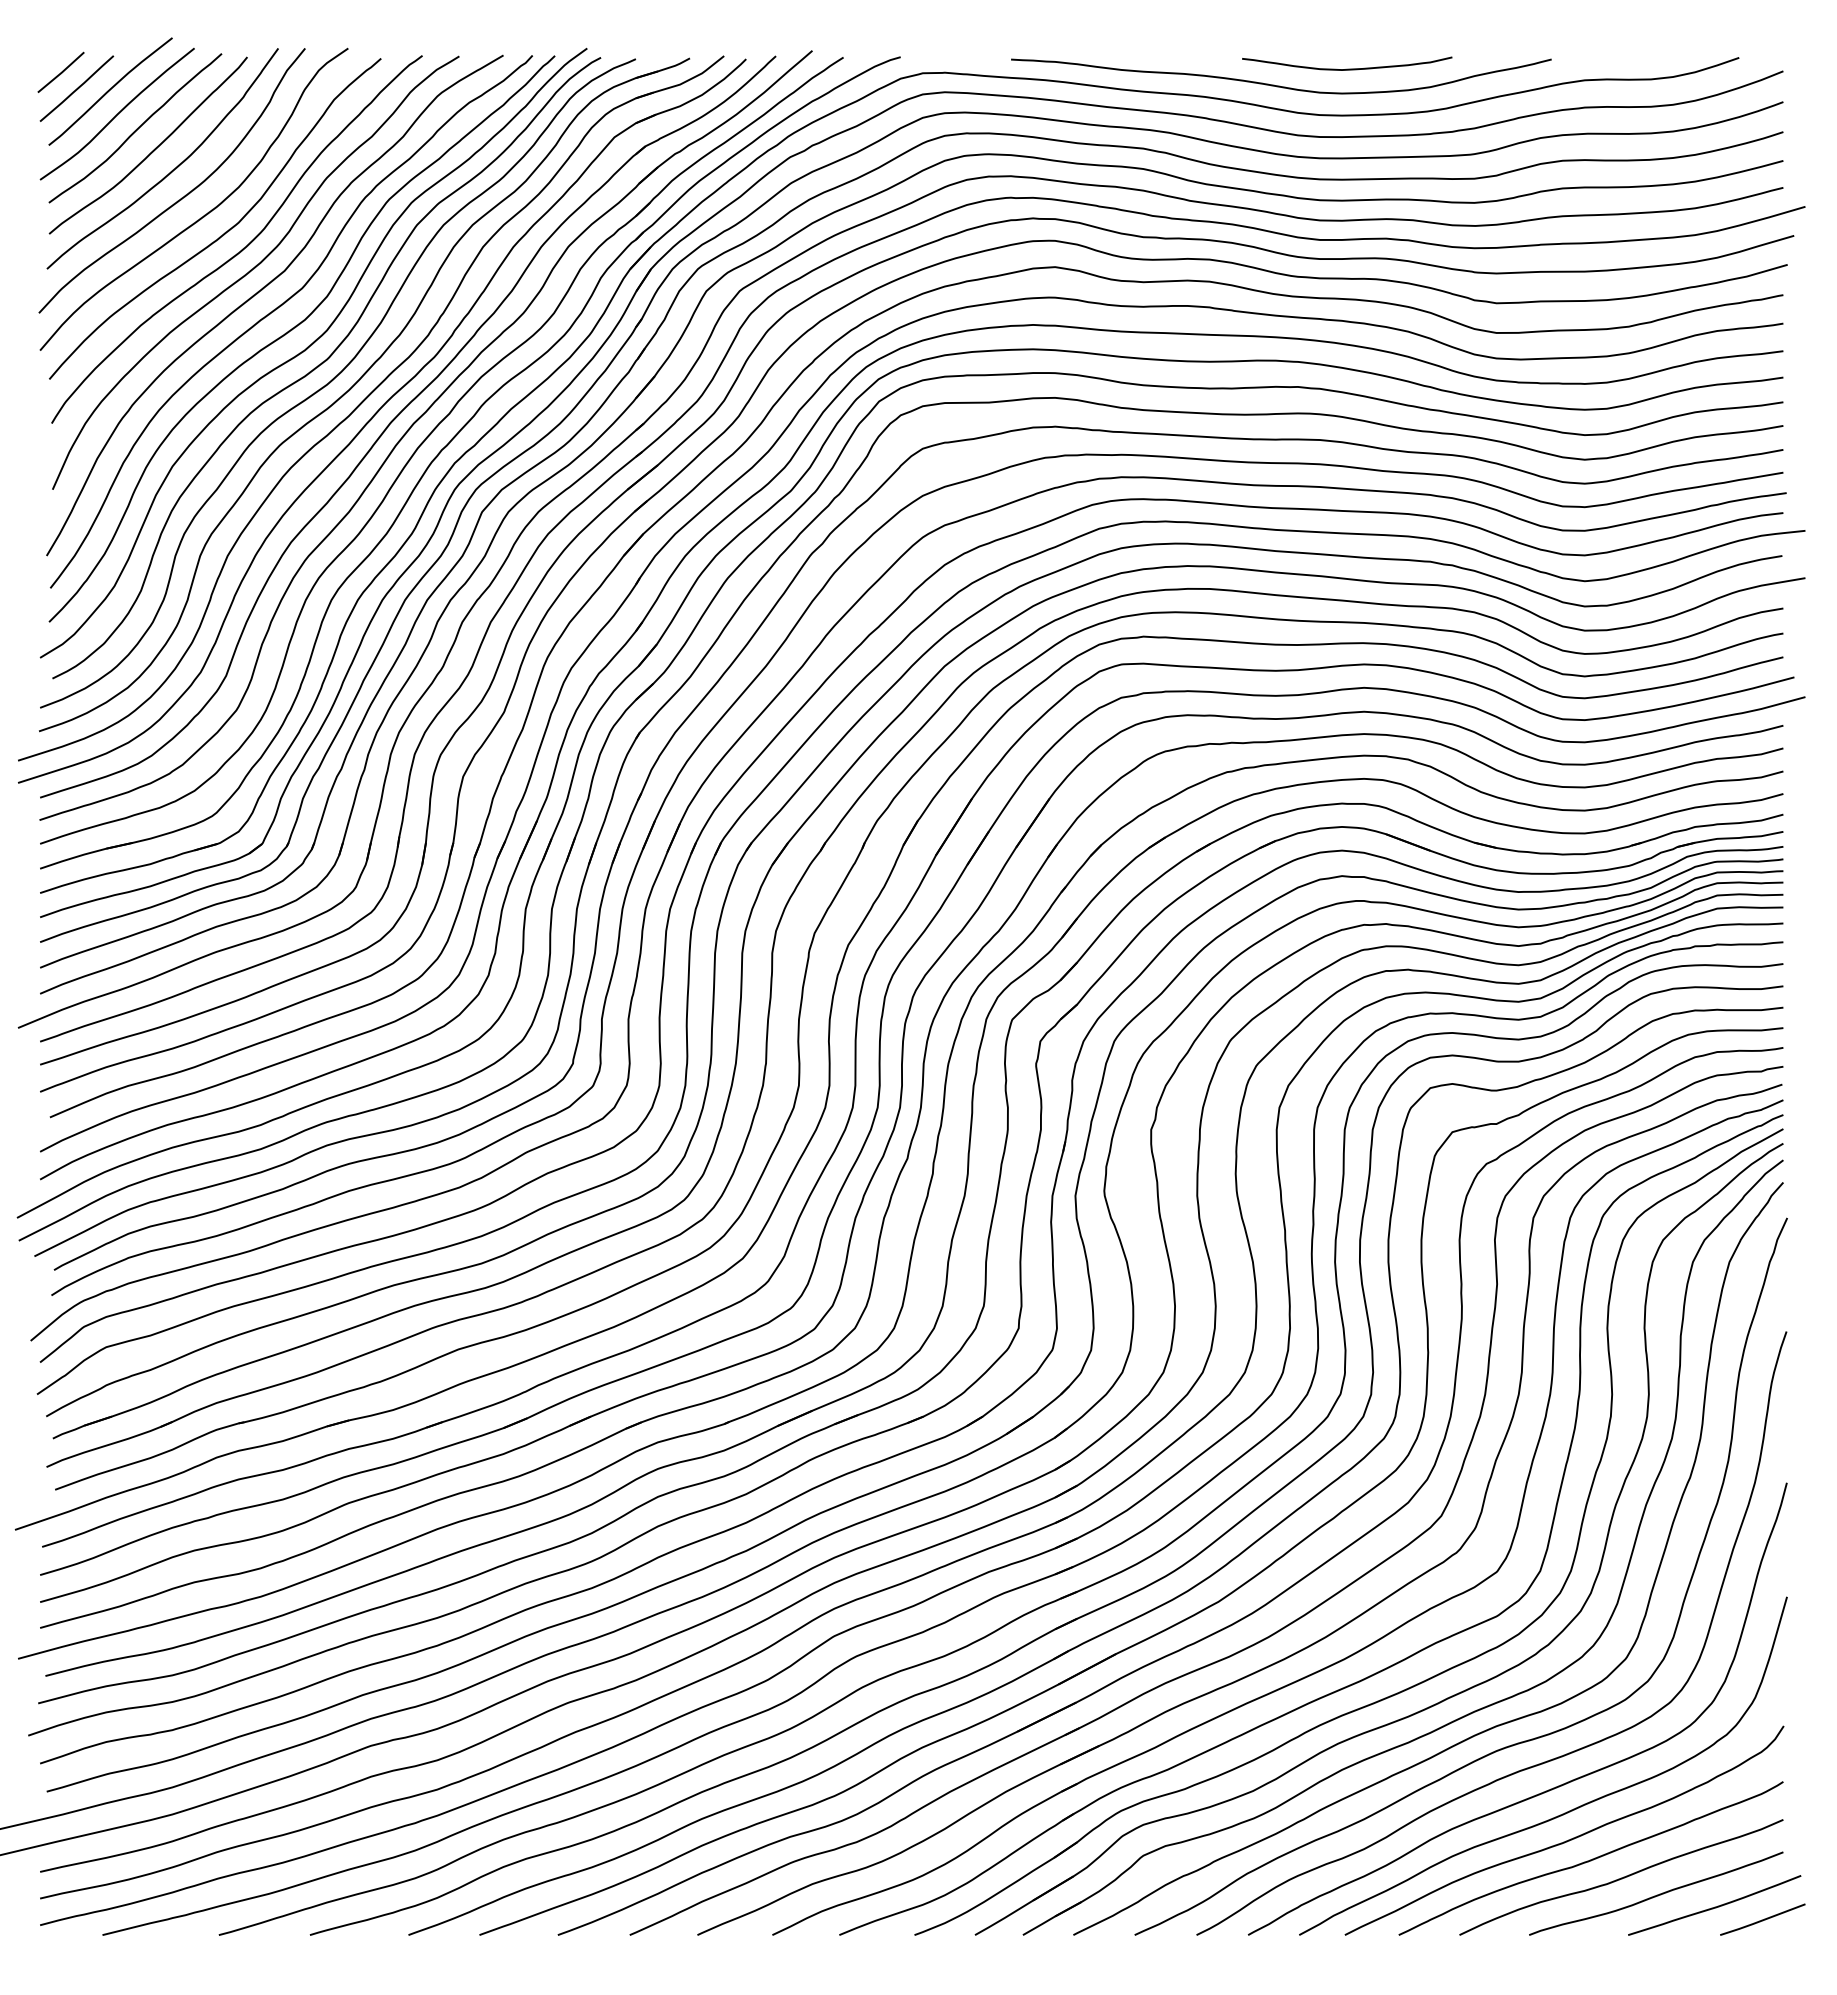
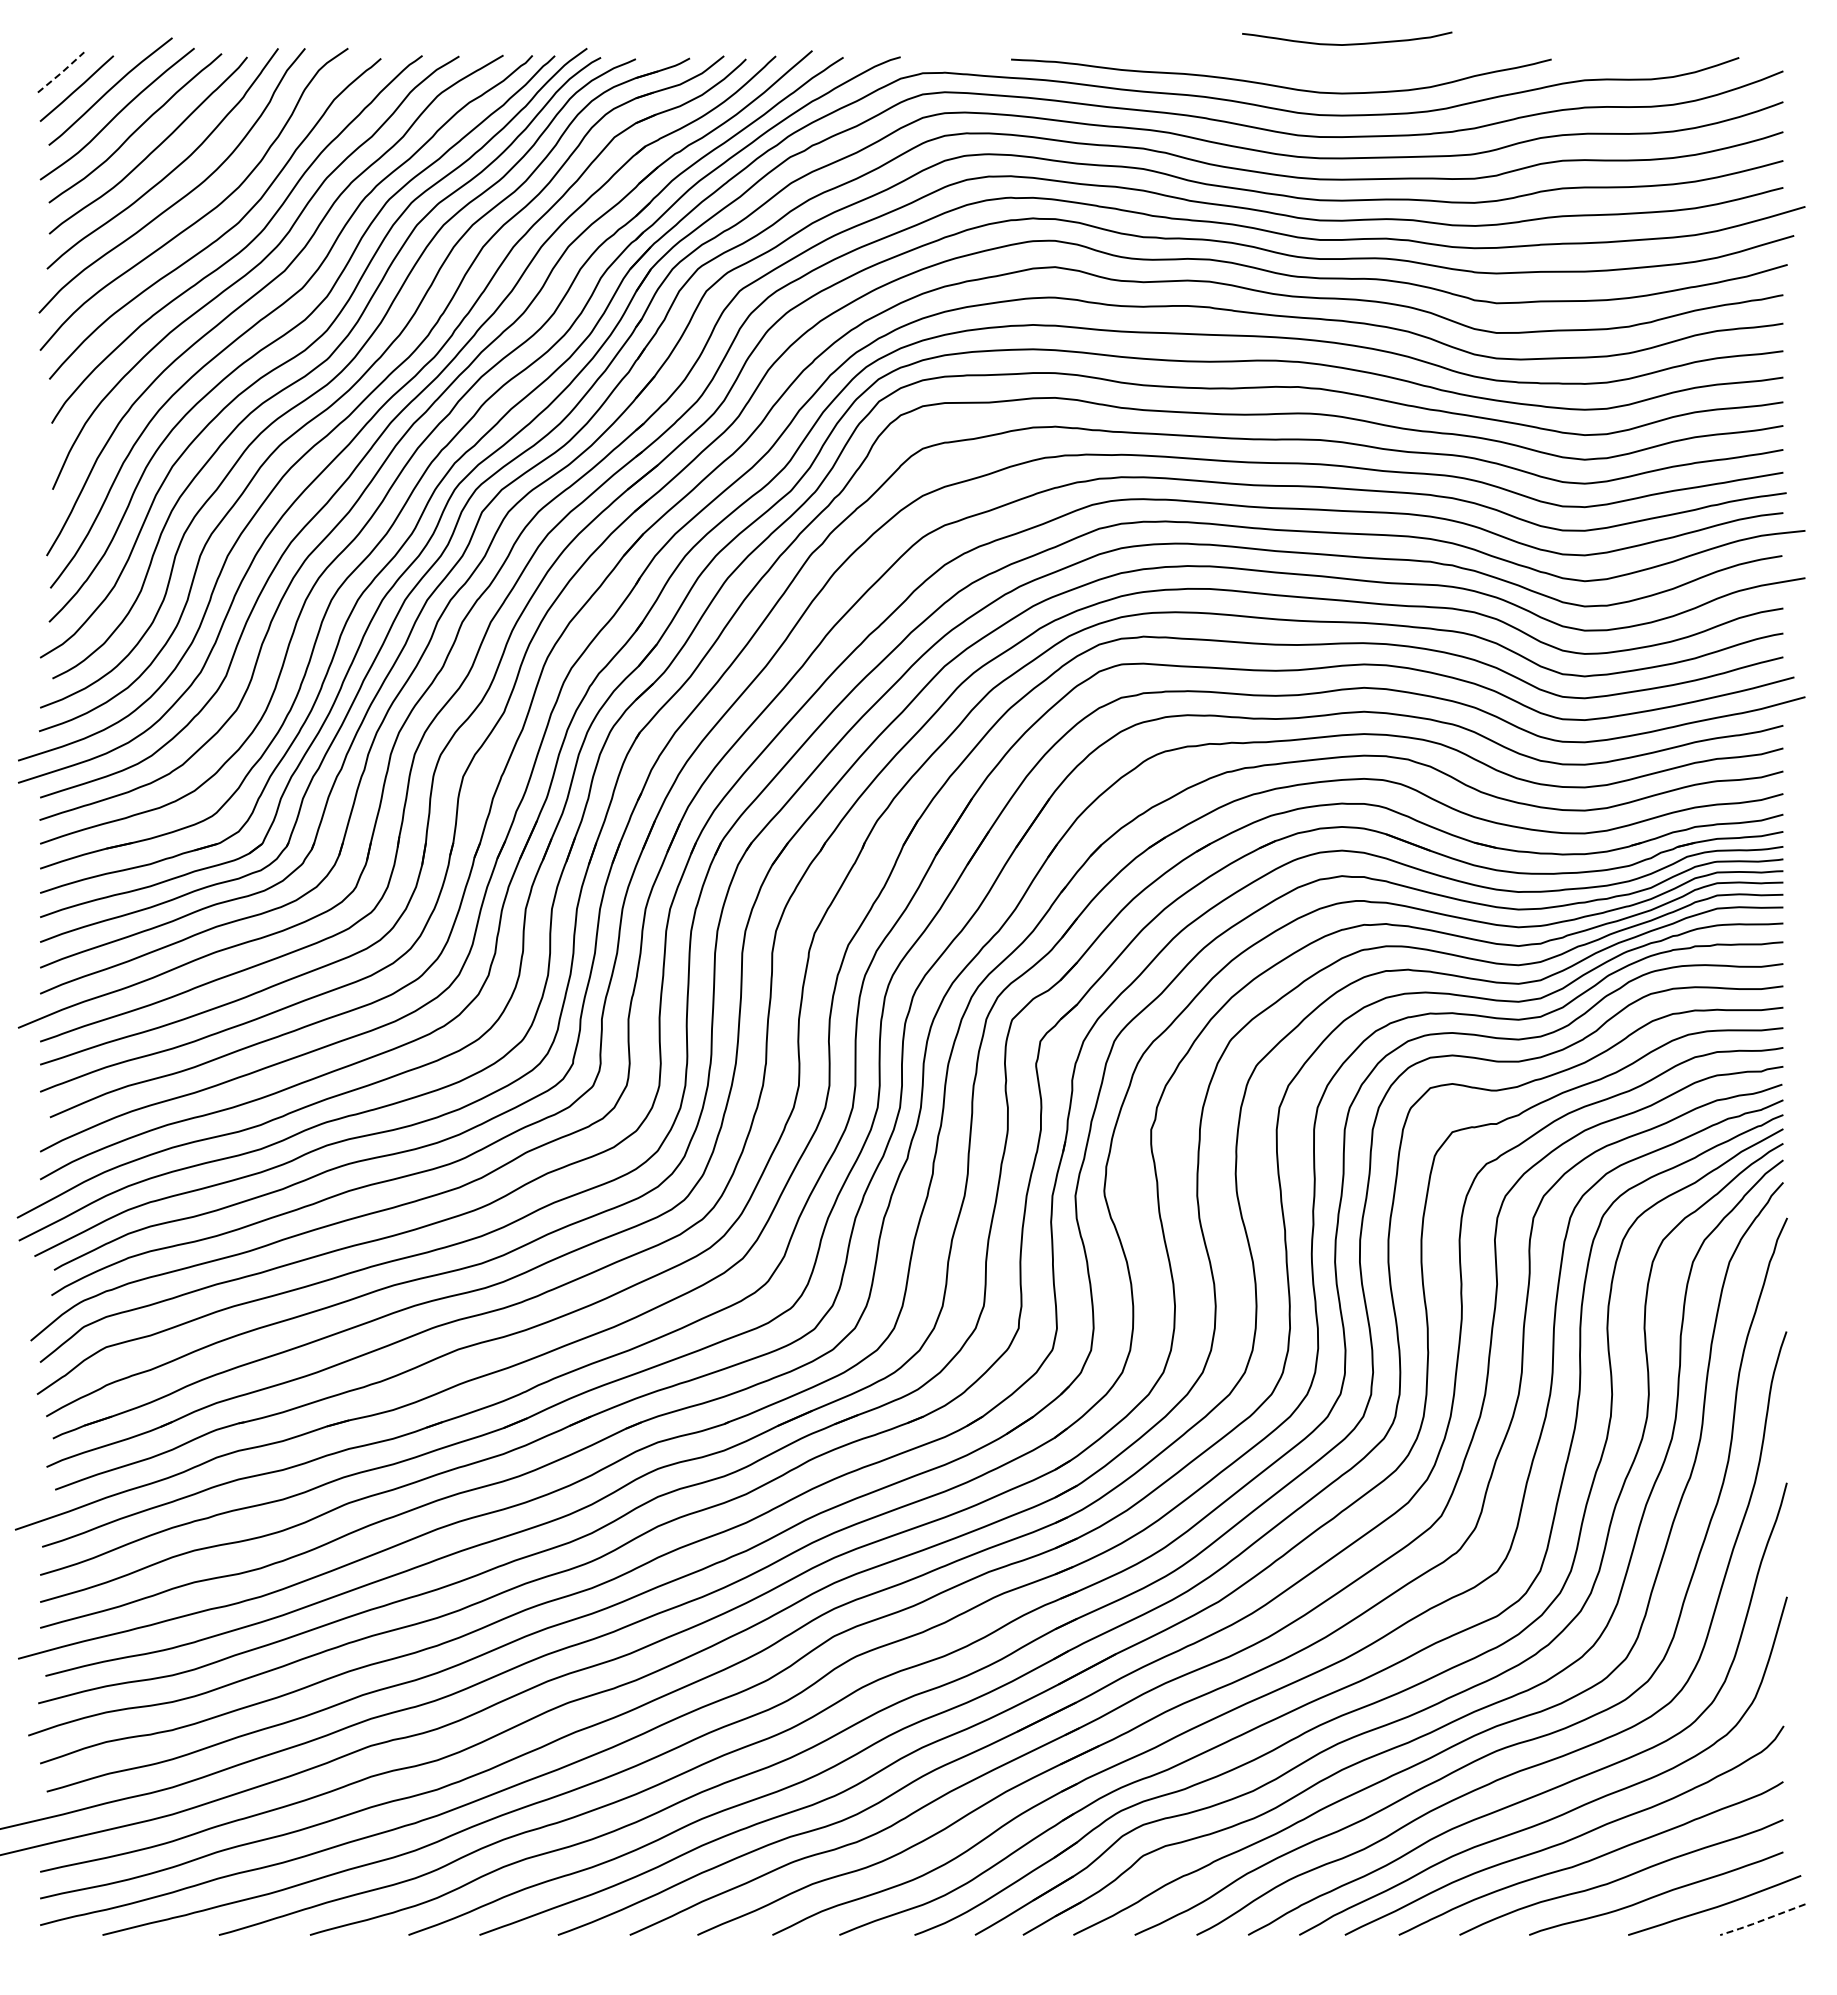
curve at (1347, 68) position: (1347, 68) -> (1347, 43)
line at (62, 72): solid -> dashed
line at (1761, 1920): solid -> dashed
